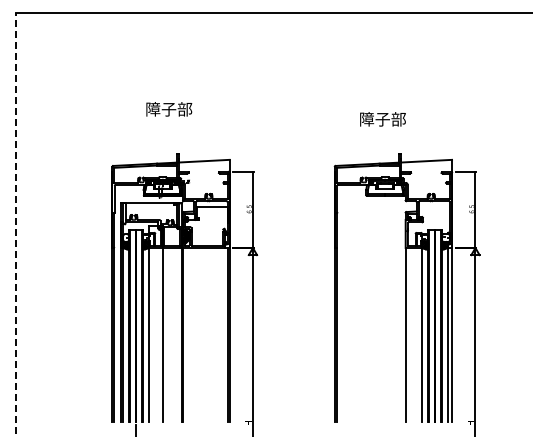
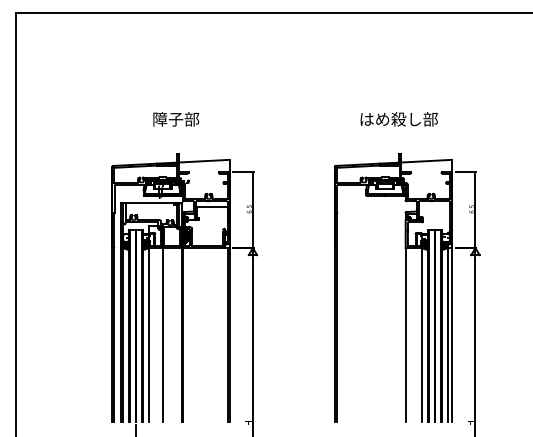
text at (169, 109) position: (169, 109) -> (176, 119)
text at (398, 119): 障子部 -> はめ殺し部
line at (15, 224): dashed -> solid
